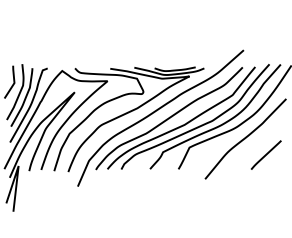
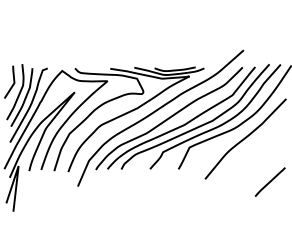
line at (265, 154) position: (265, 154) -> (269, 181)
